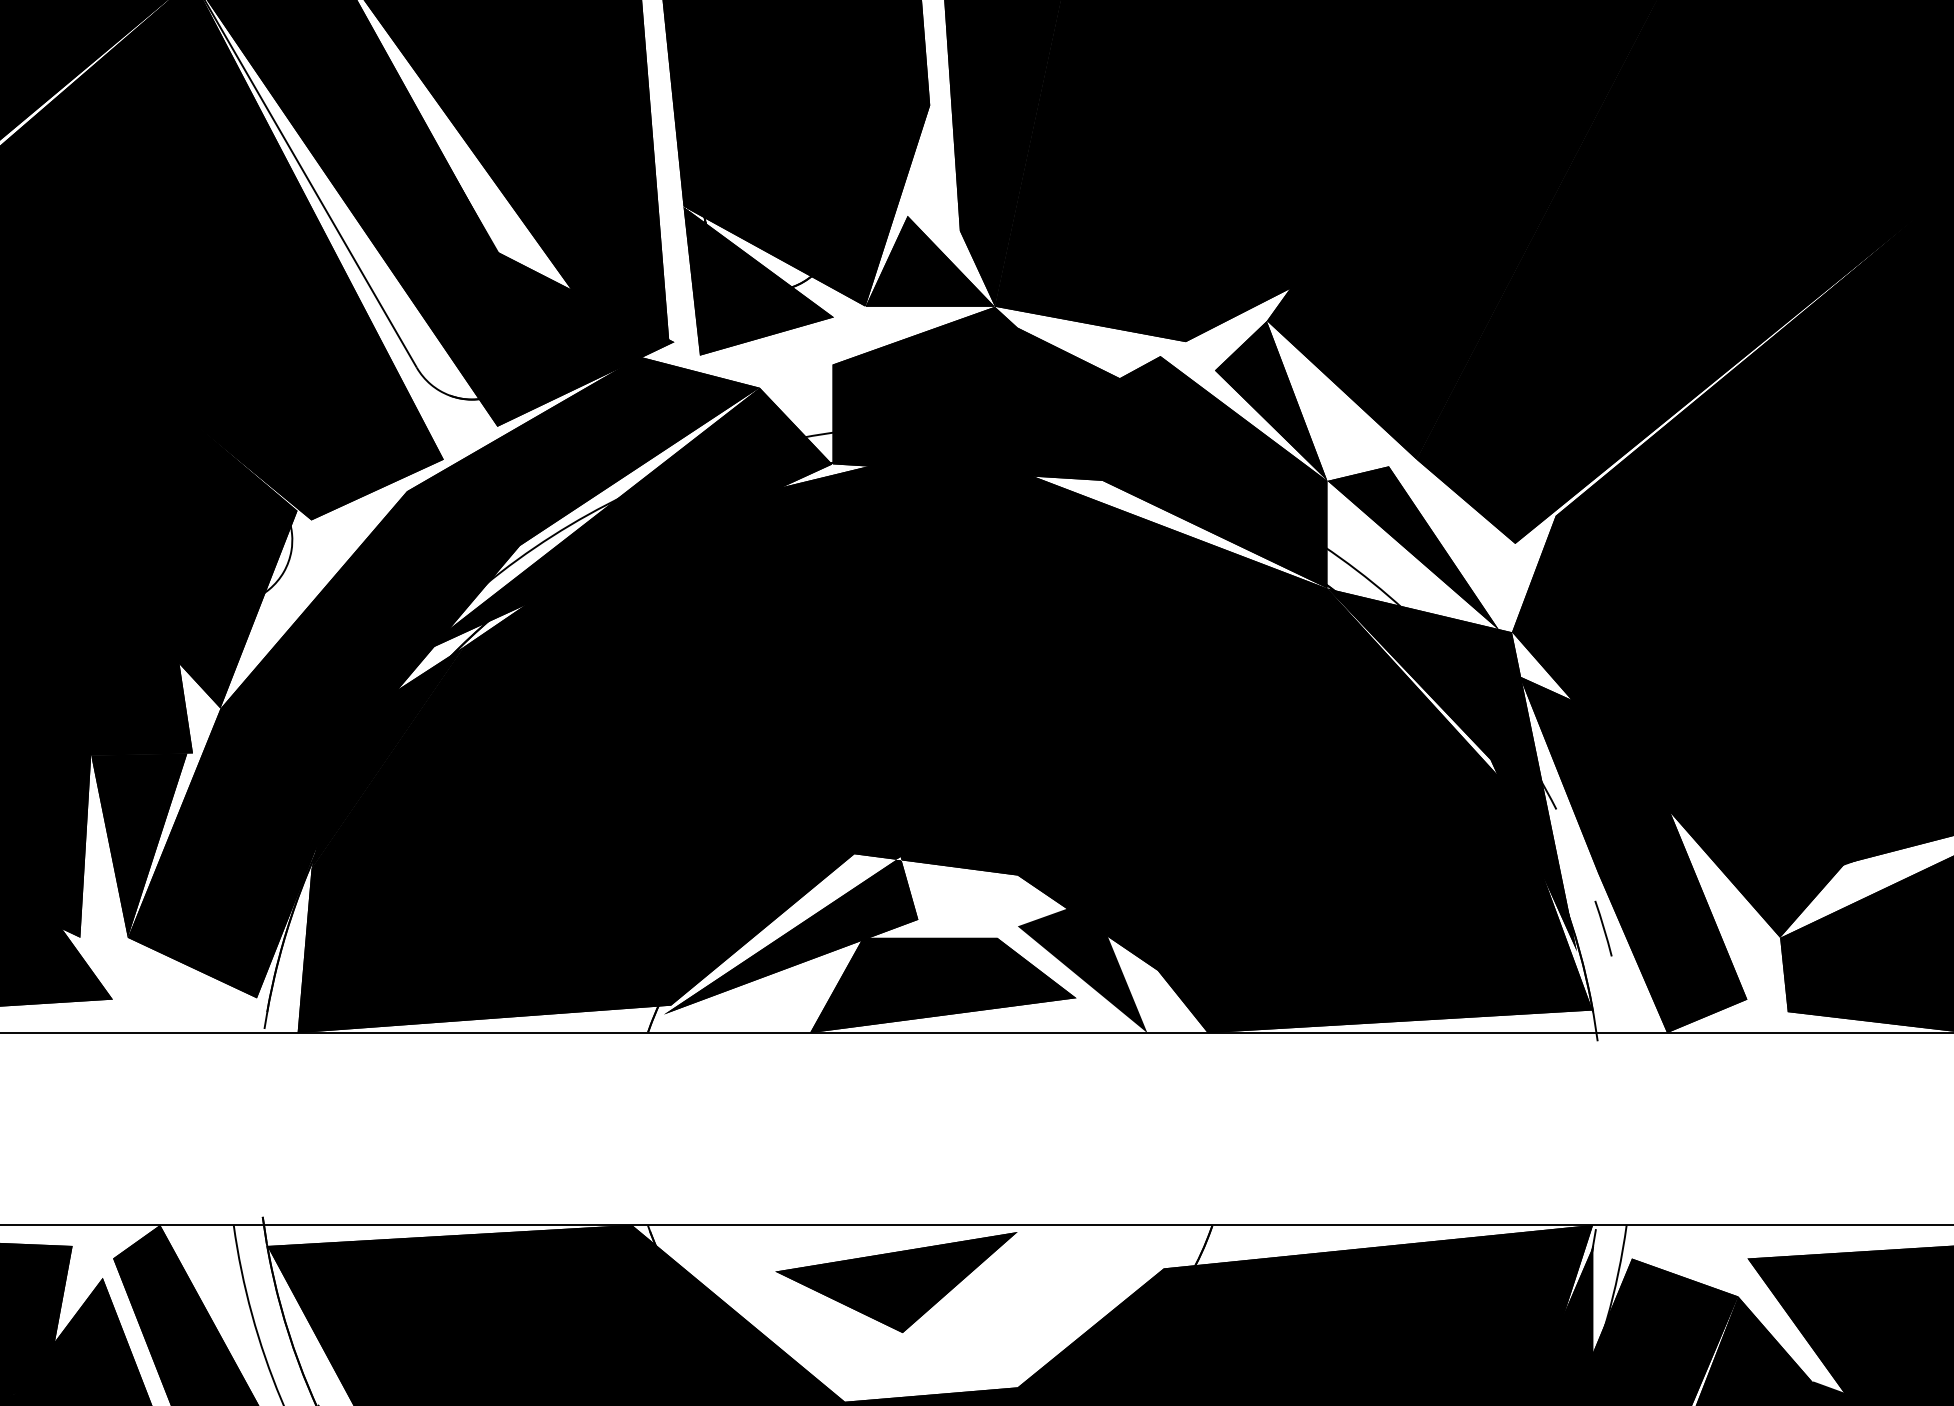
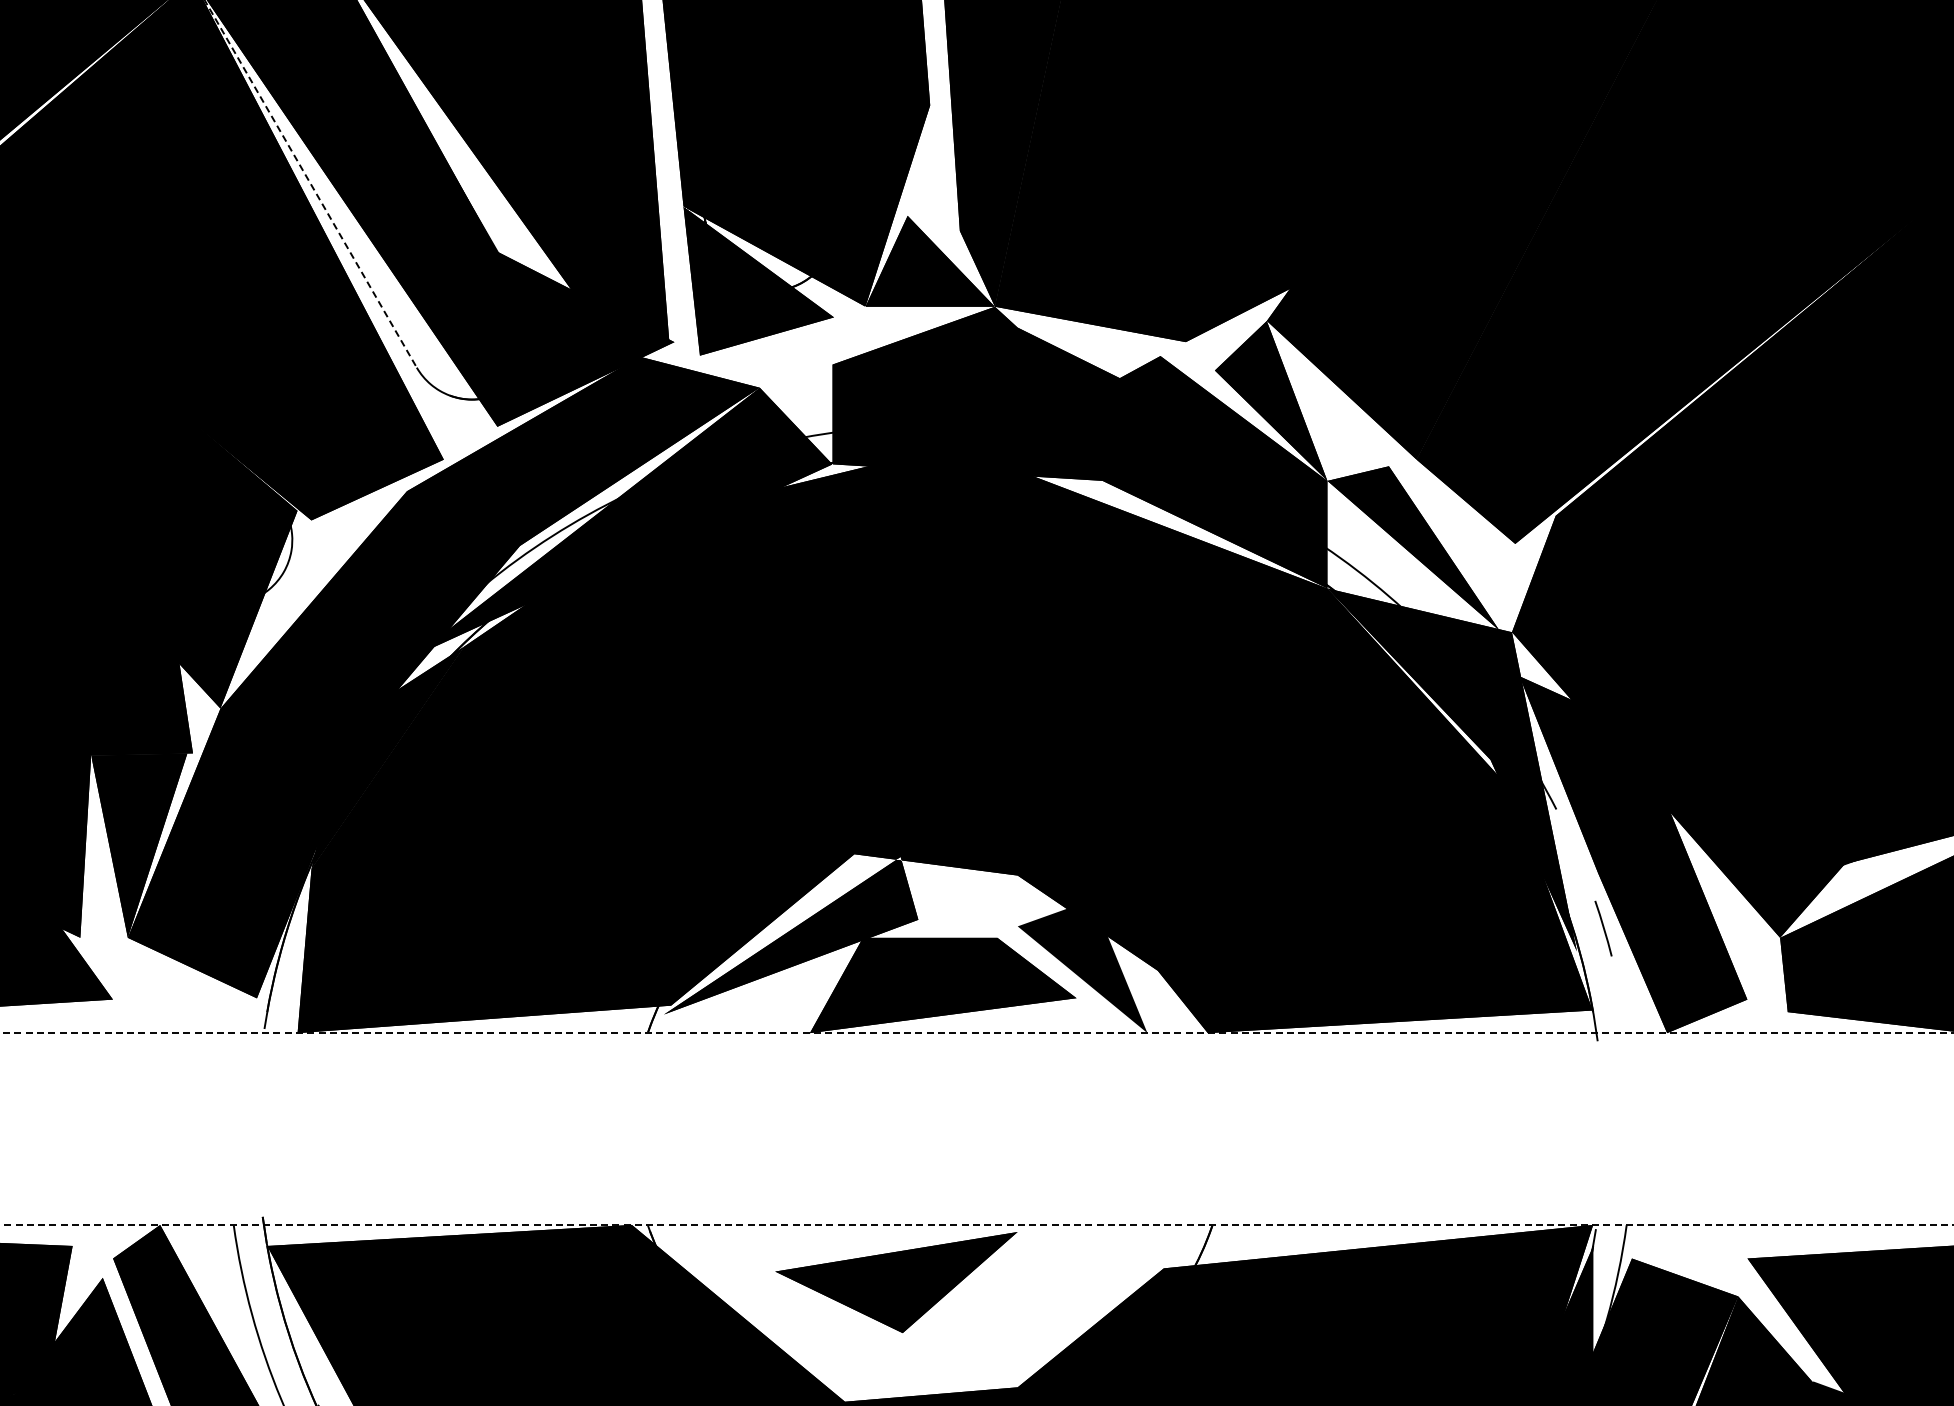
line at (310, 184): solid -> dashed
line at (0, 1033): solid -> dashed
